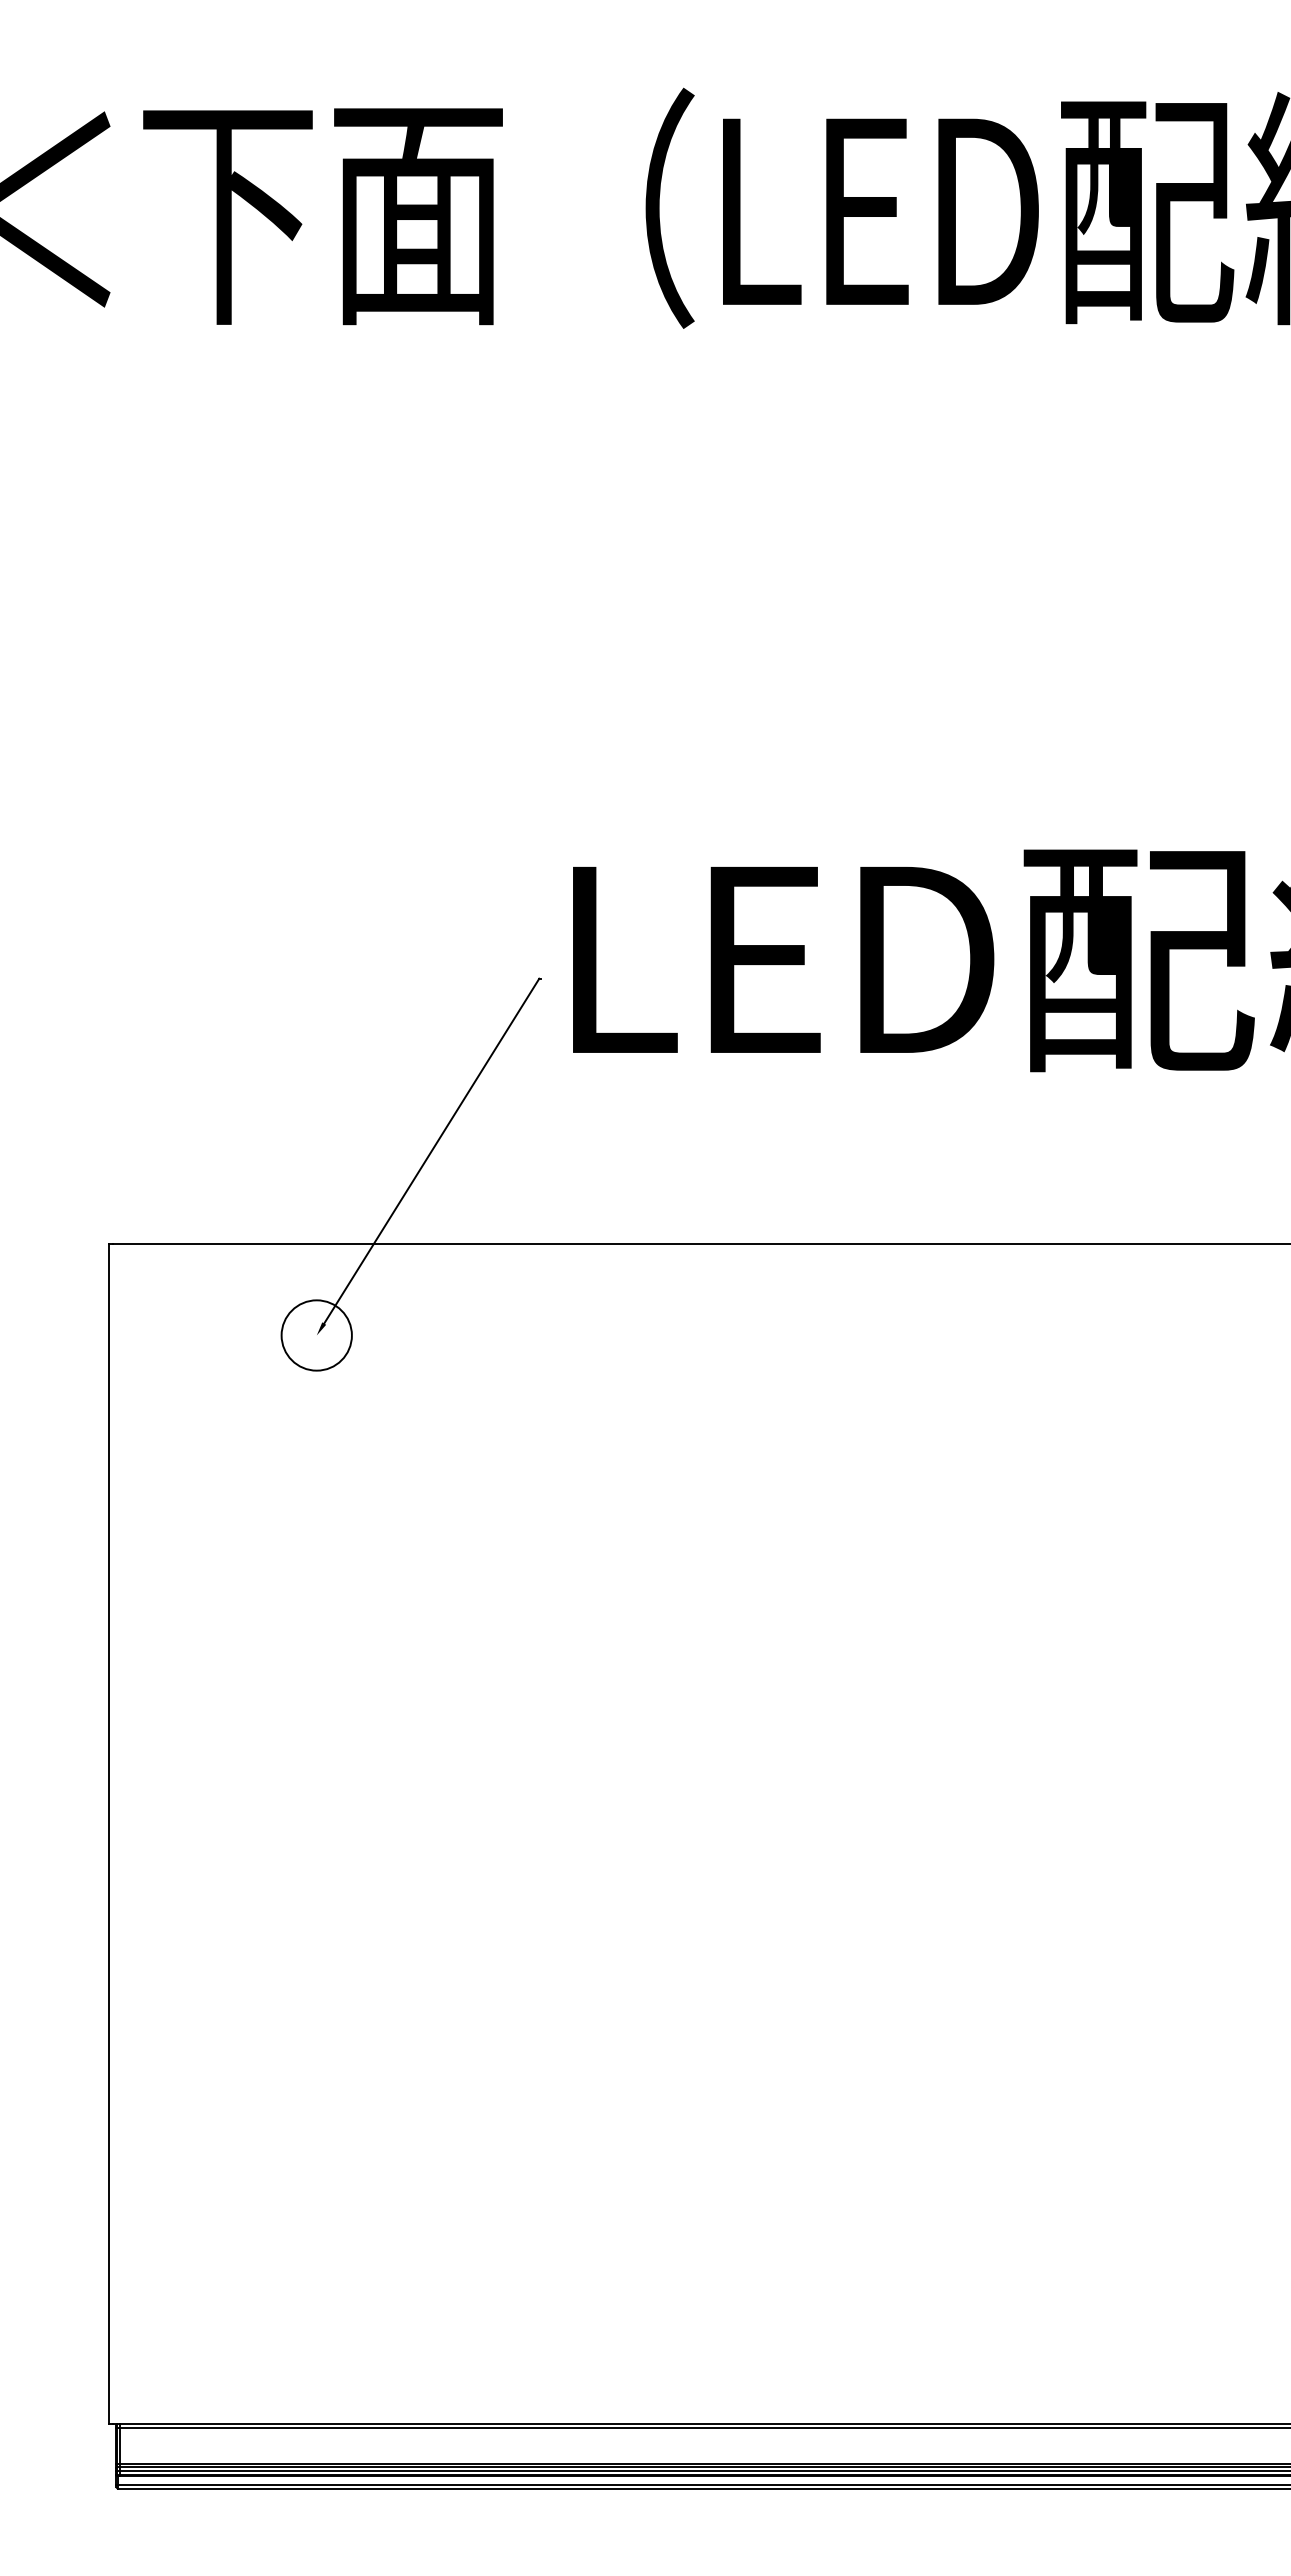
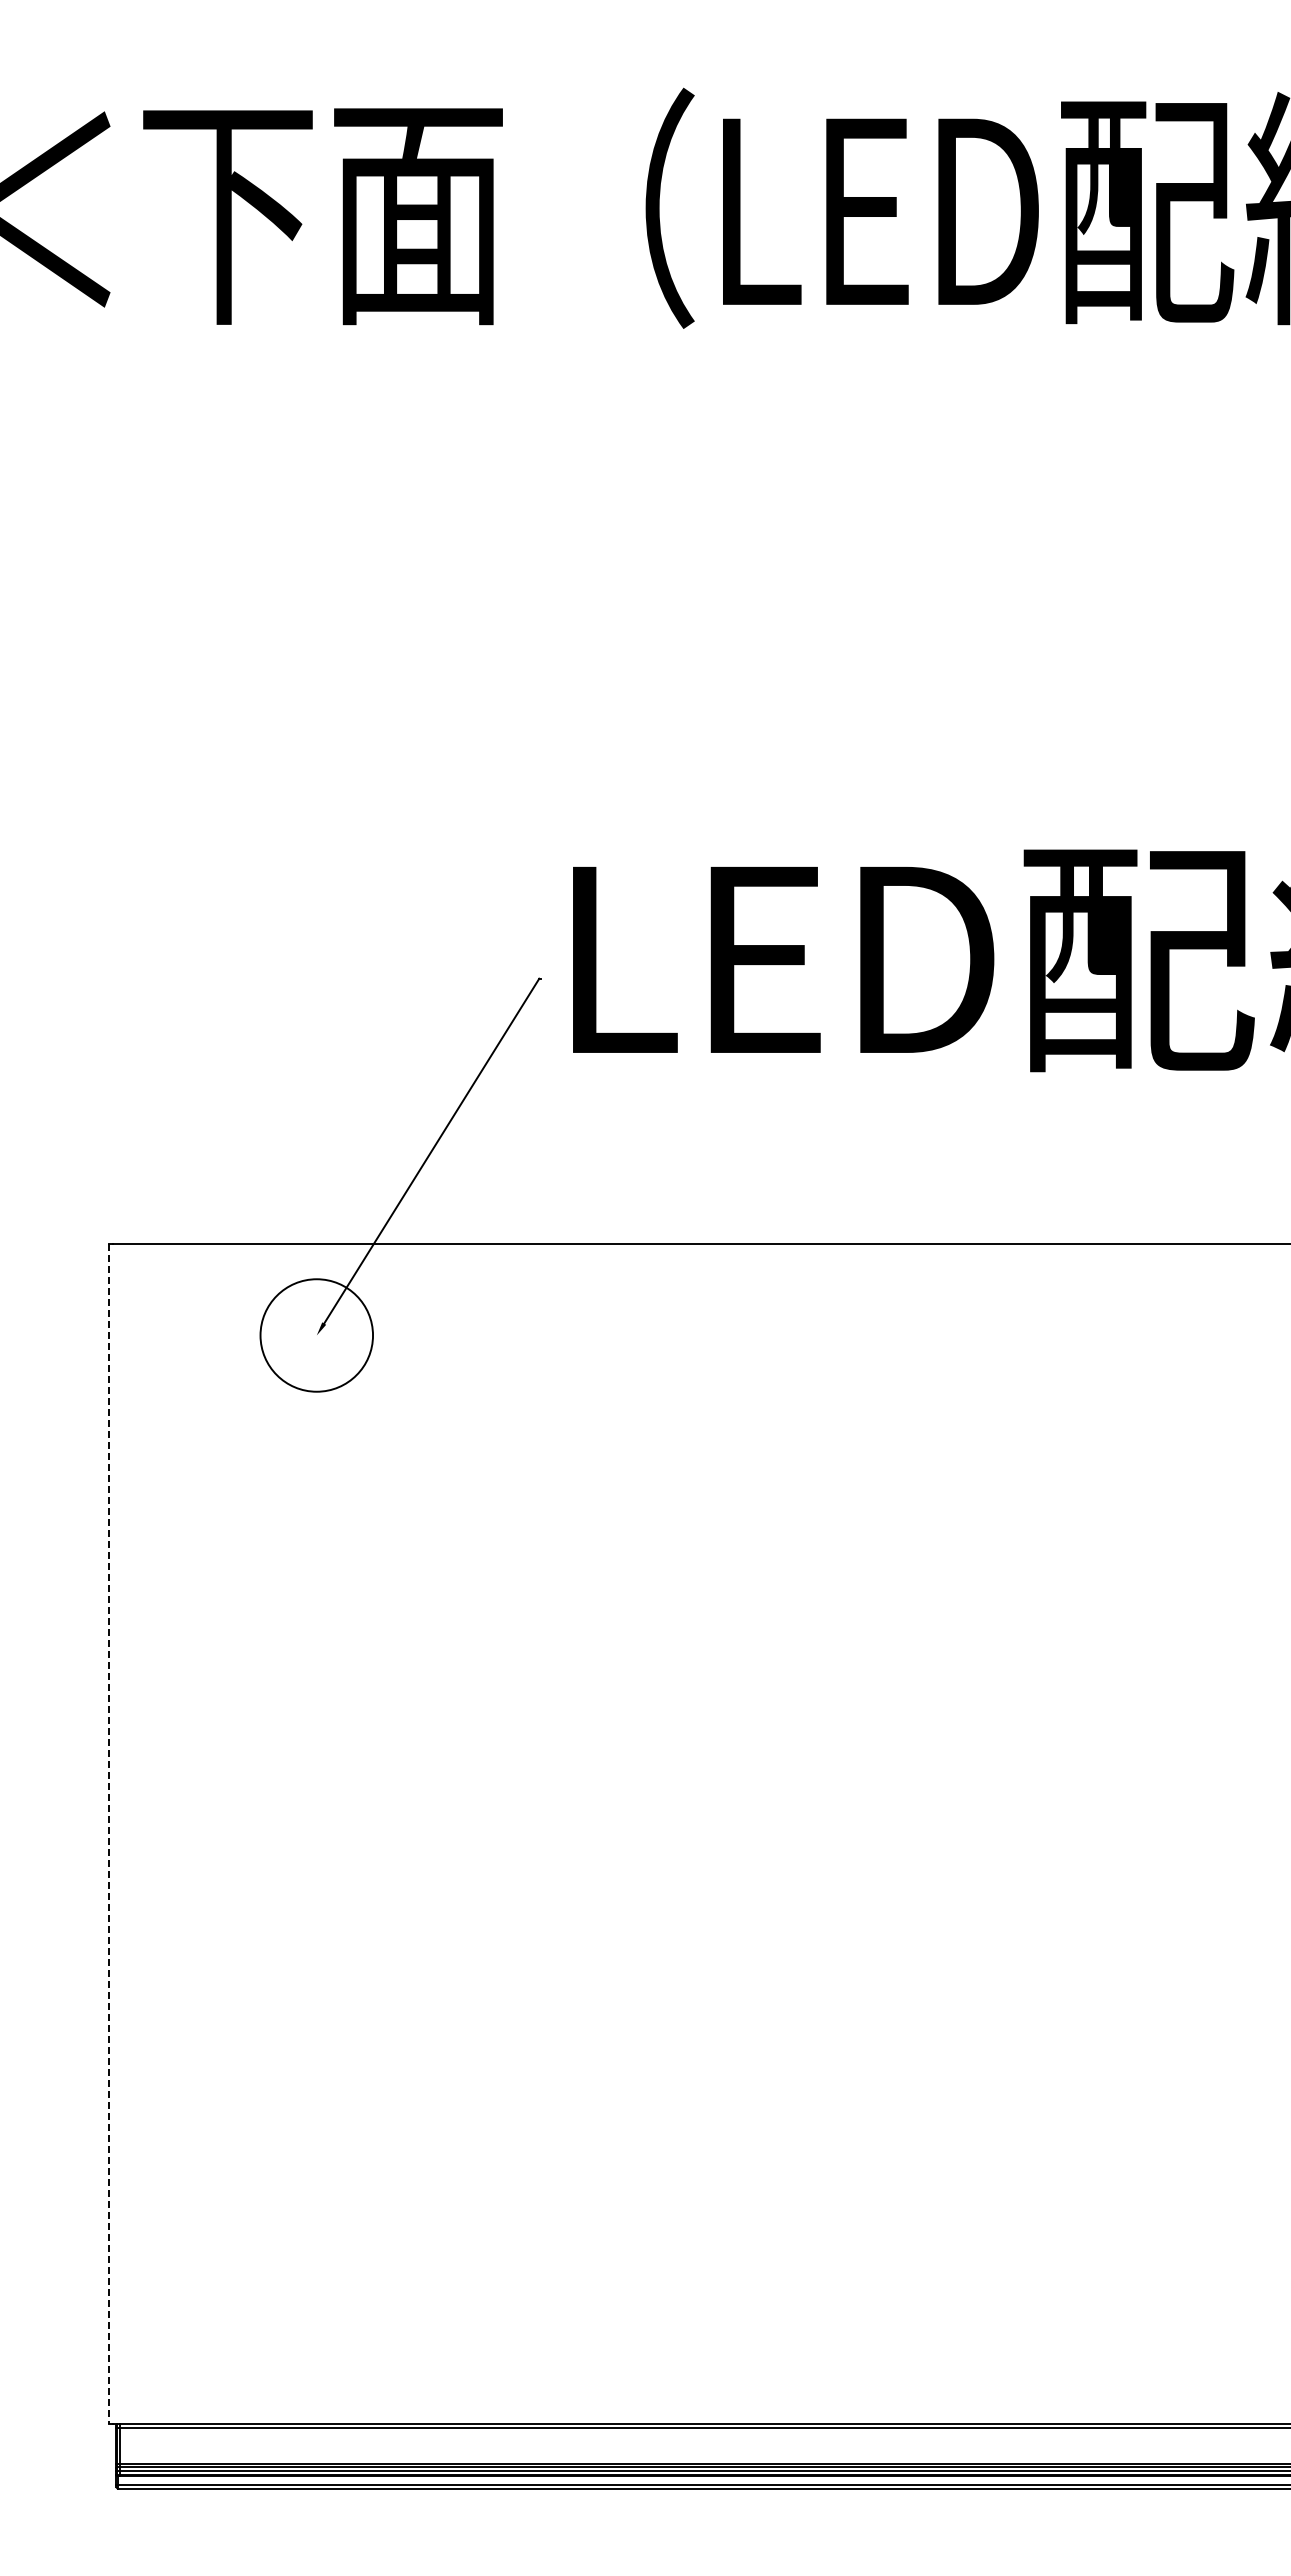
circle at (316, 1335) diameter: 70 px -> 112 px
line at (109, 1834): solid -> dashed
